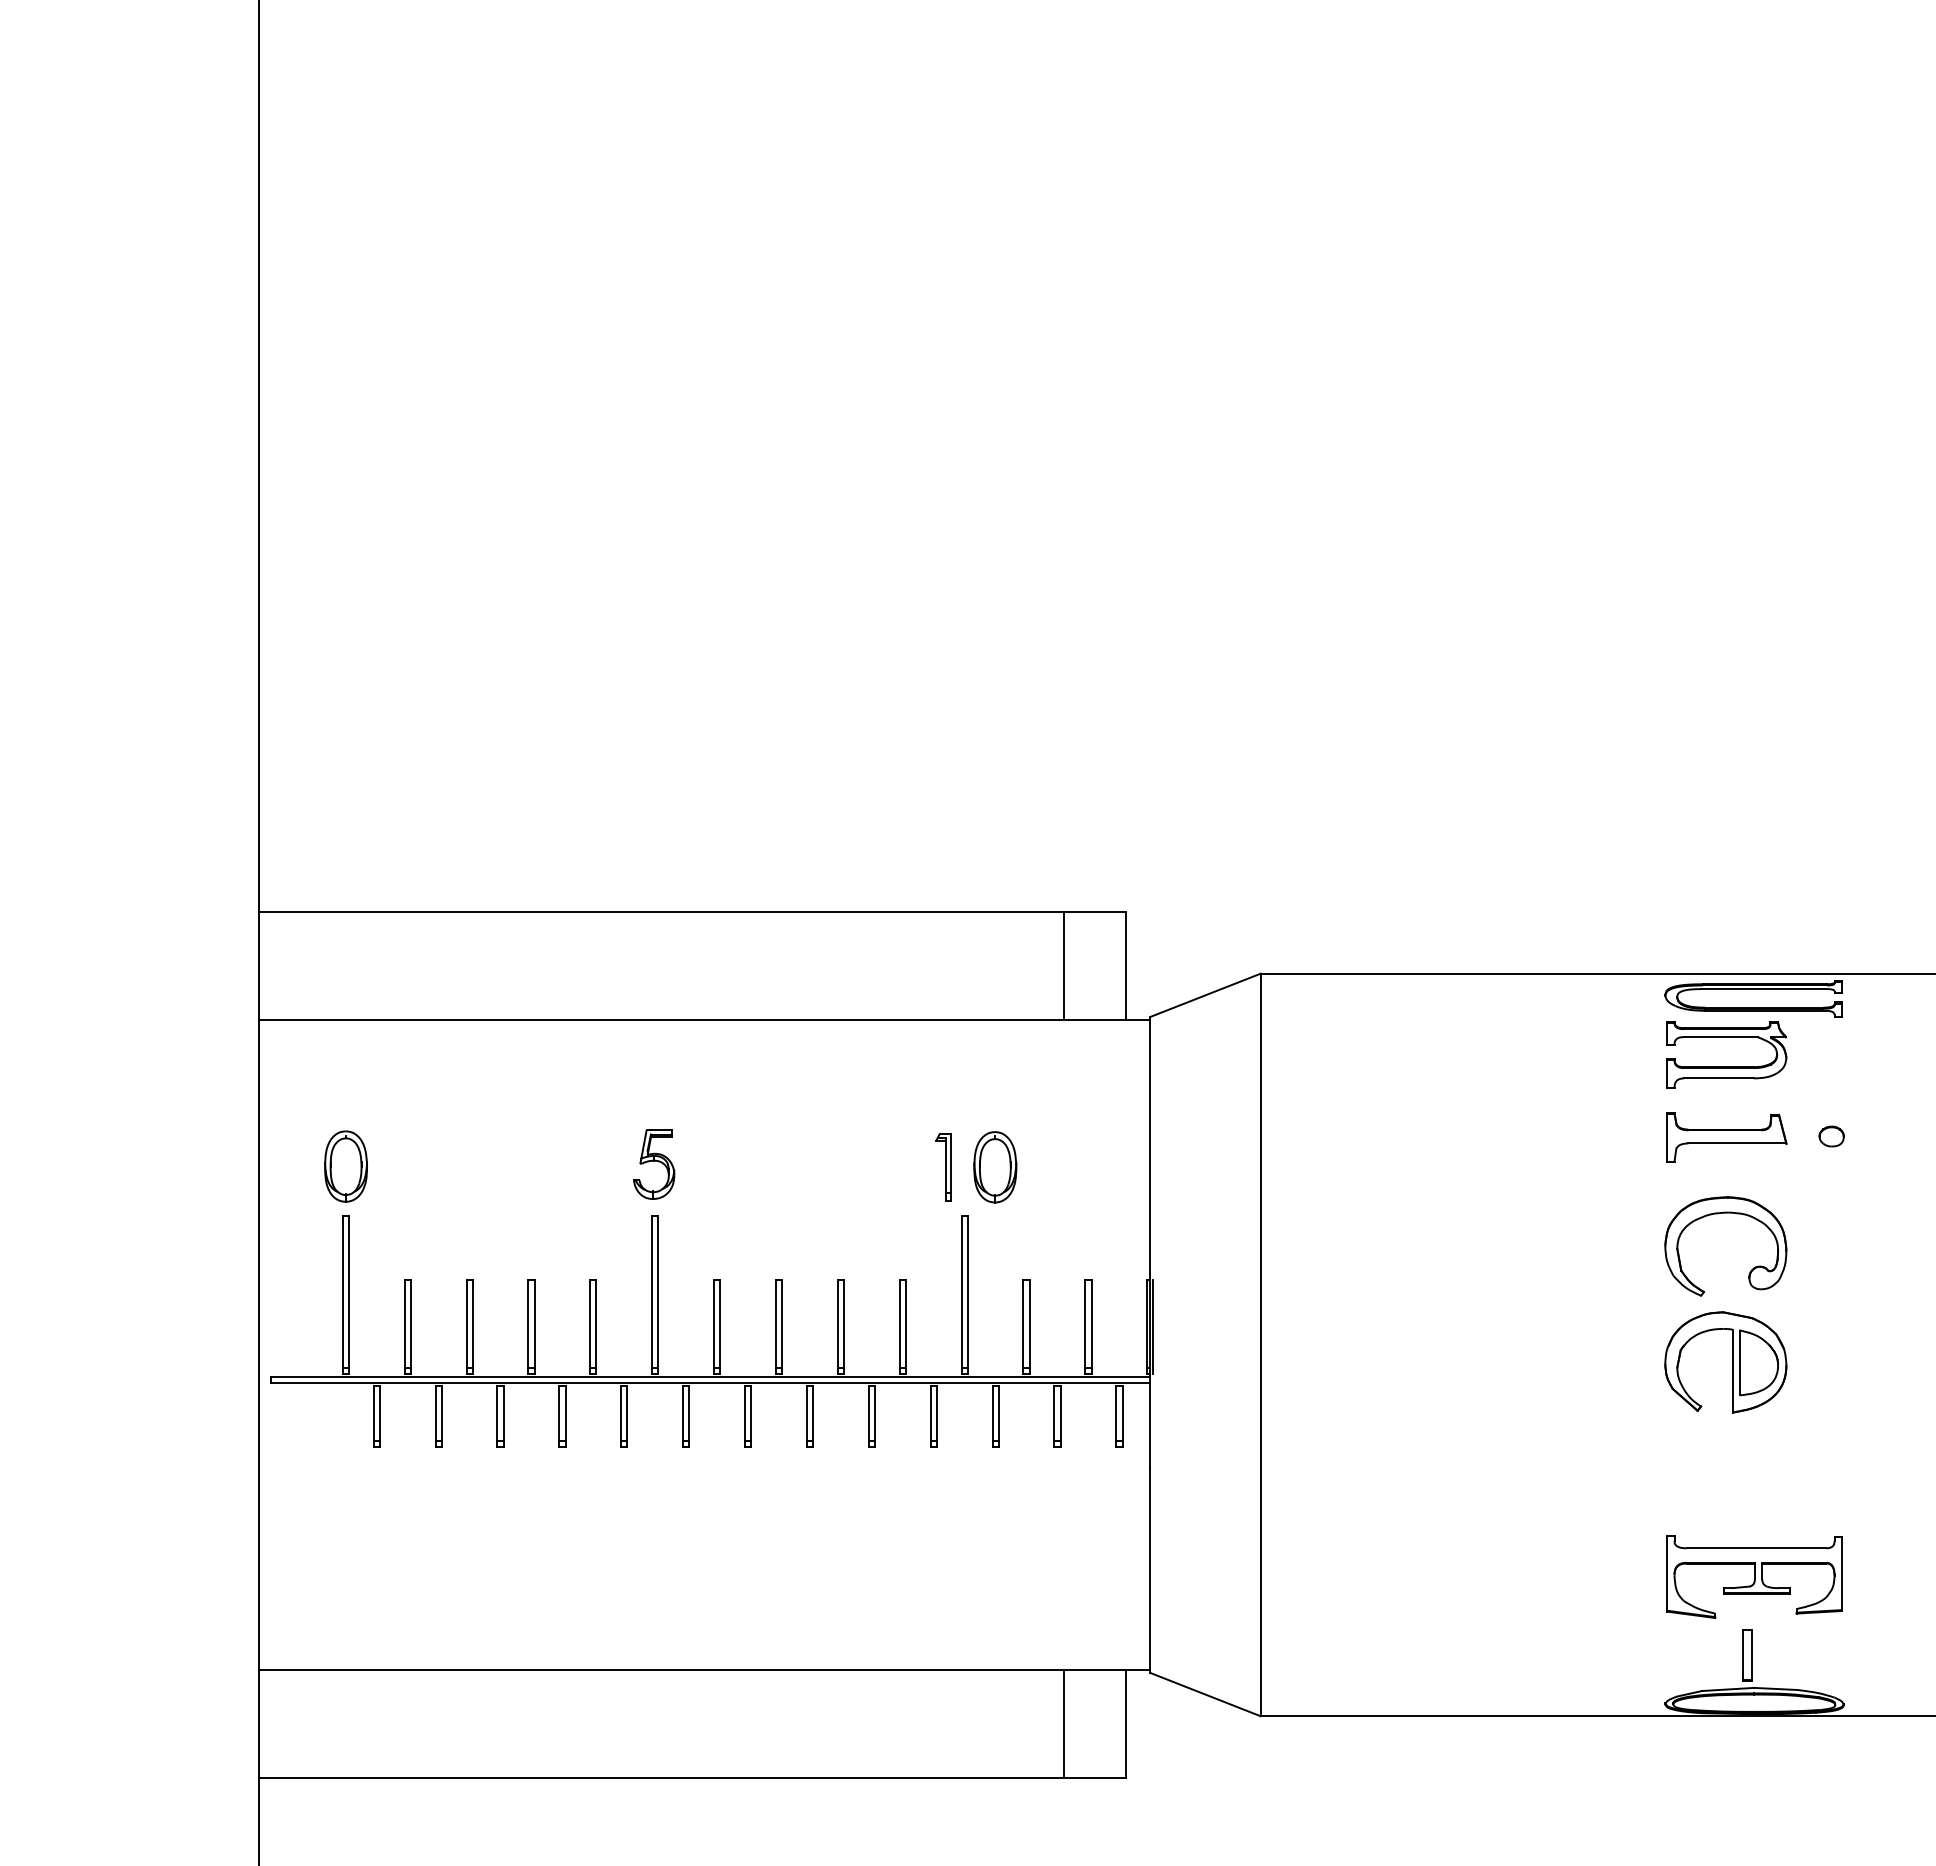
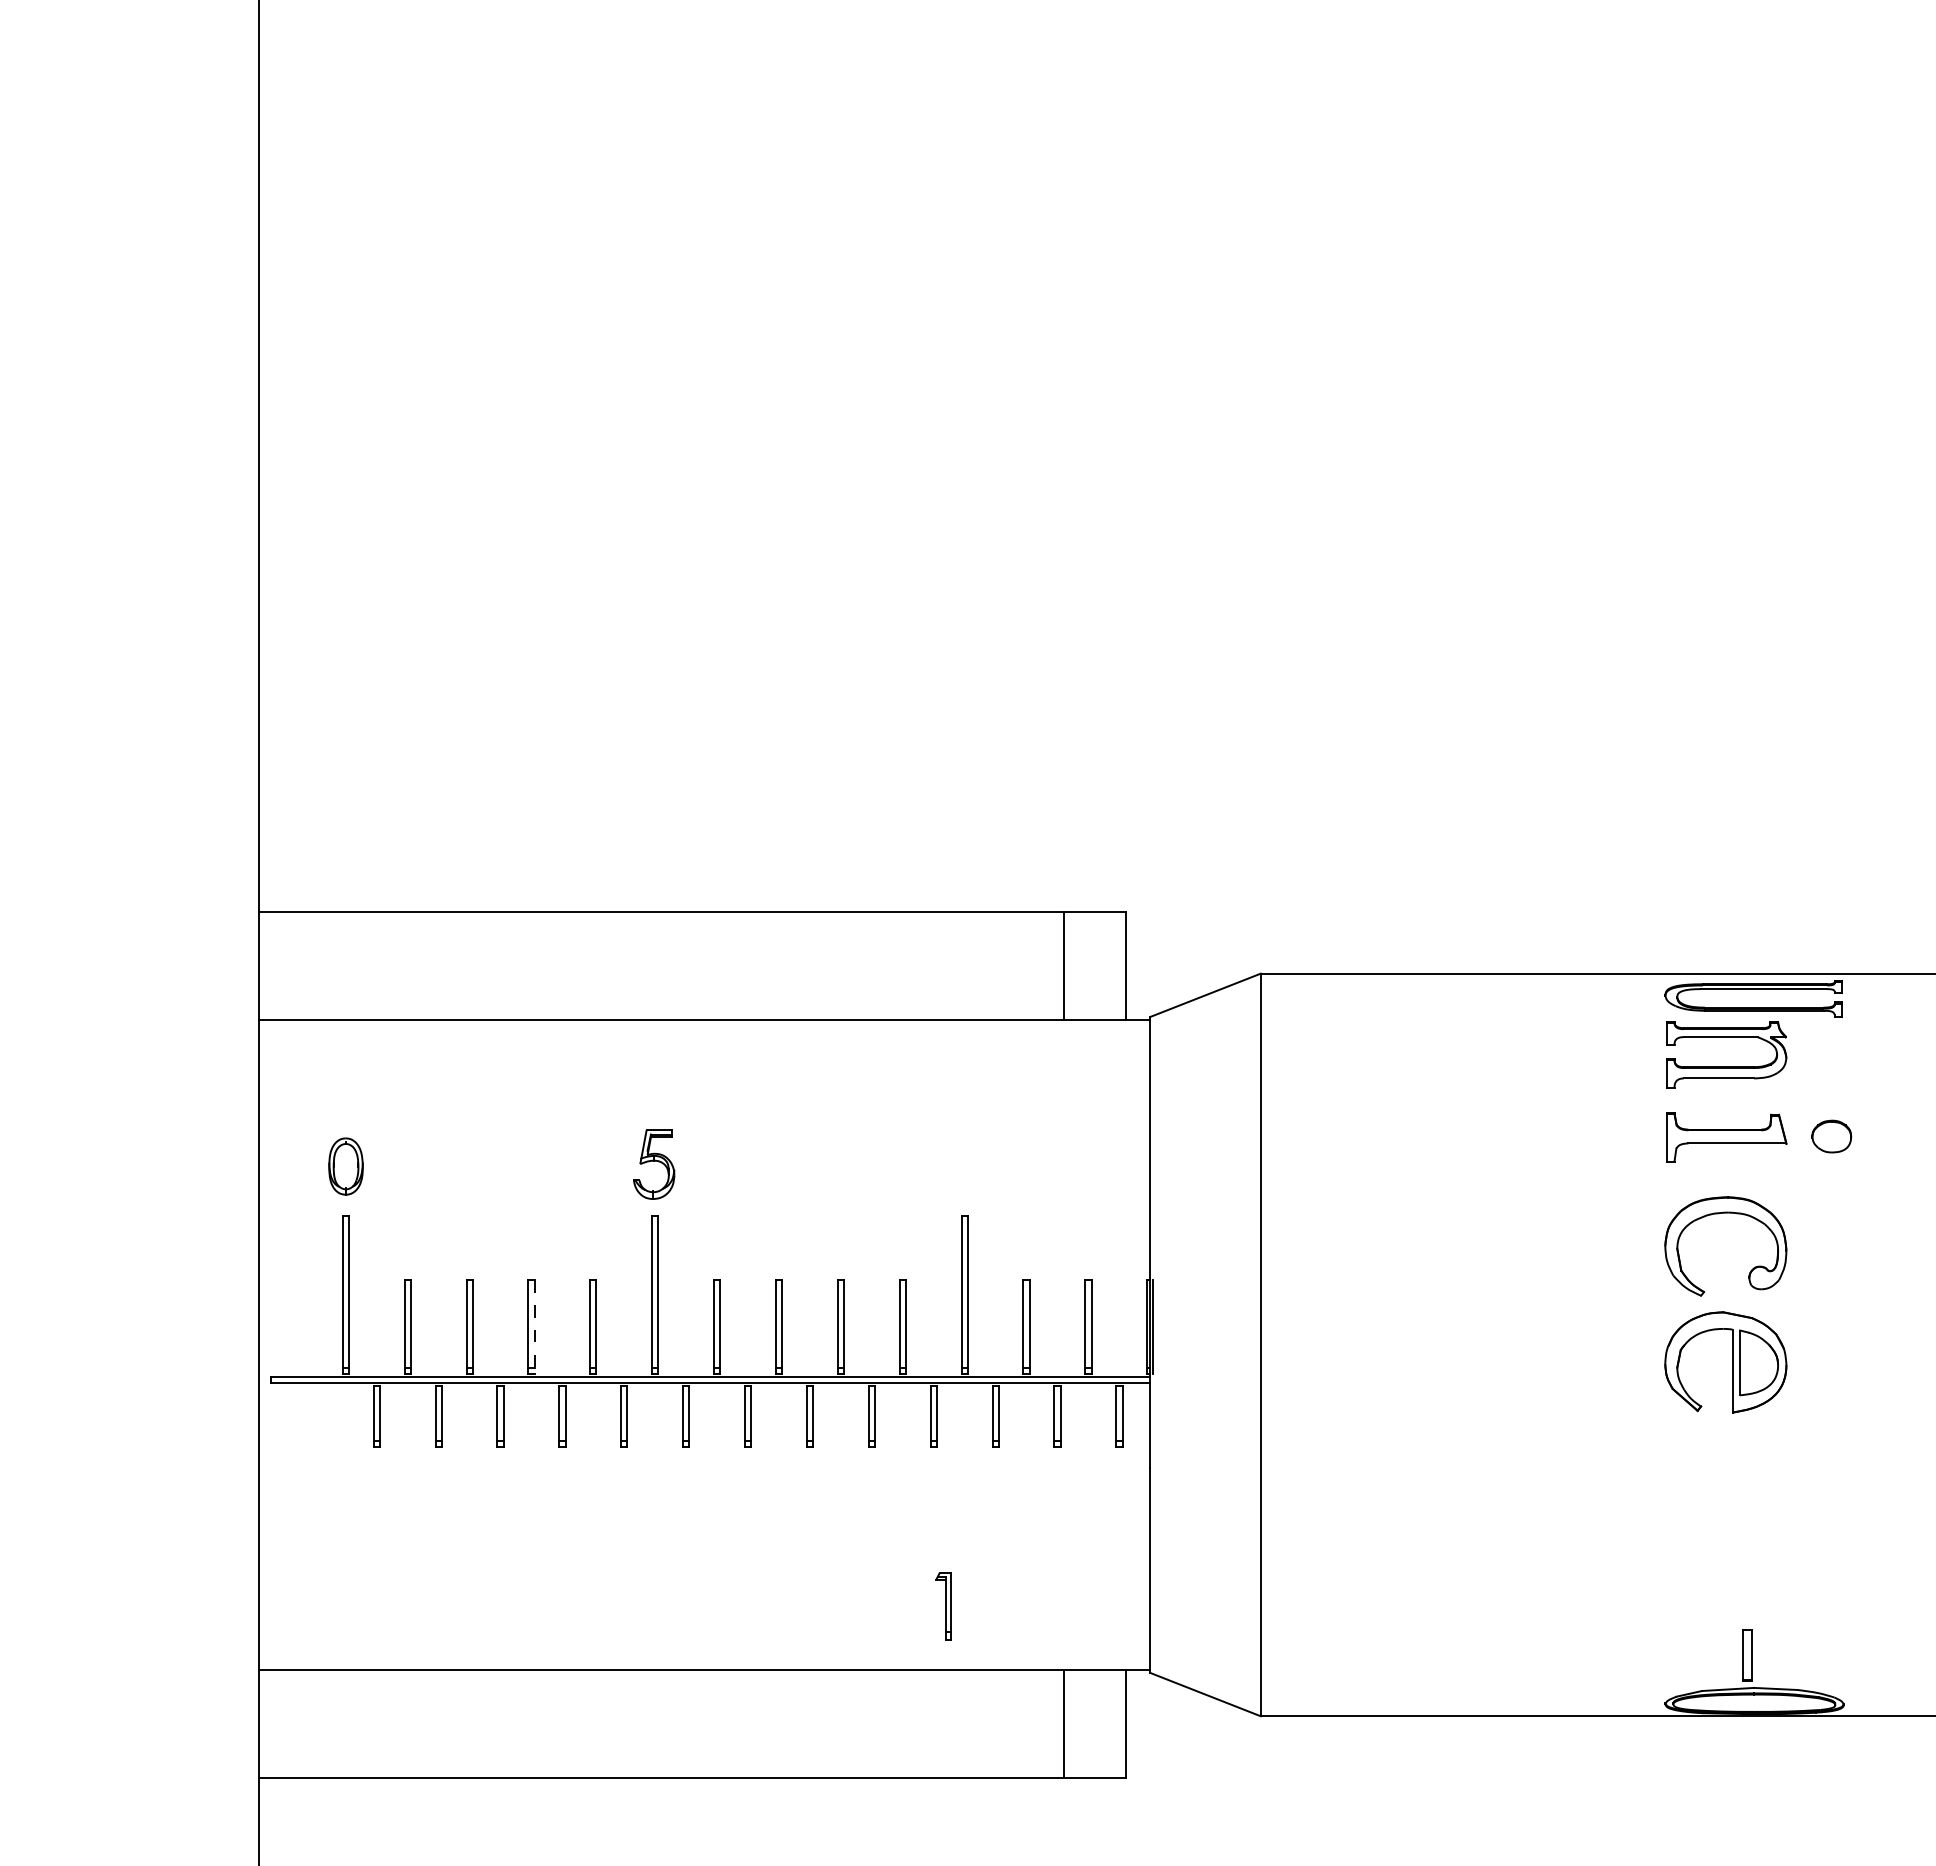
part at (1831, 1136) size: 27x23 px -> 42x35 px
part at (345, 1166) size: 44x73 px -> 36x59 px
part at (943, 1167) position: (943, 1167) -> (943, 1606)
part at (995, 1167): present -> none
line at (534, 1327): solid -> dashed
part at (1754, 1576): present -> none
